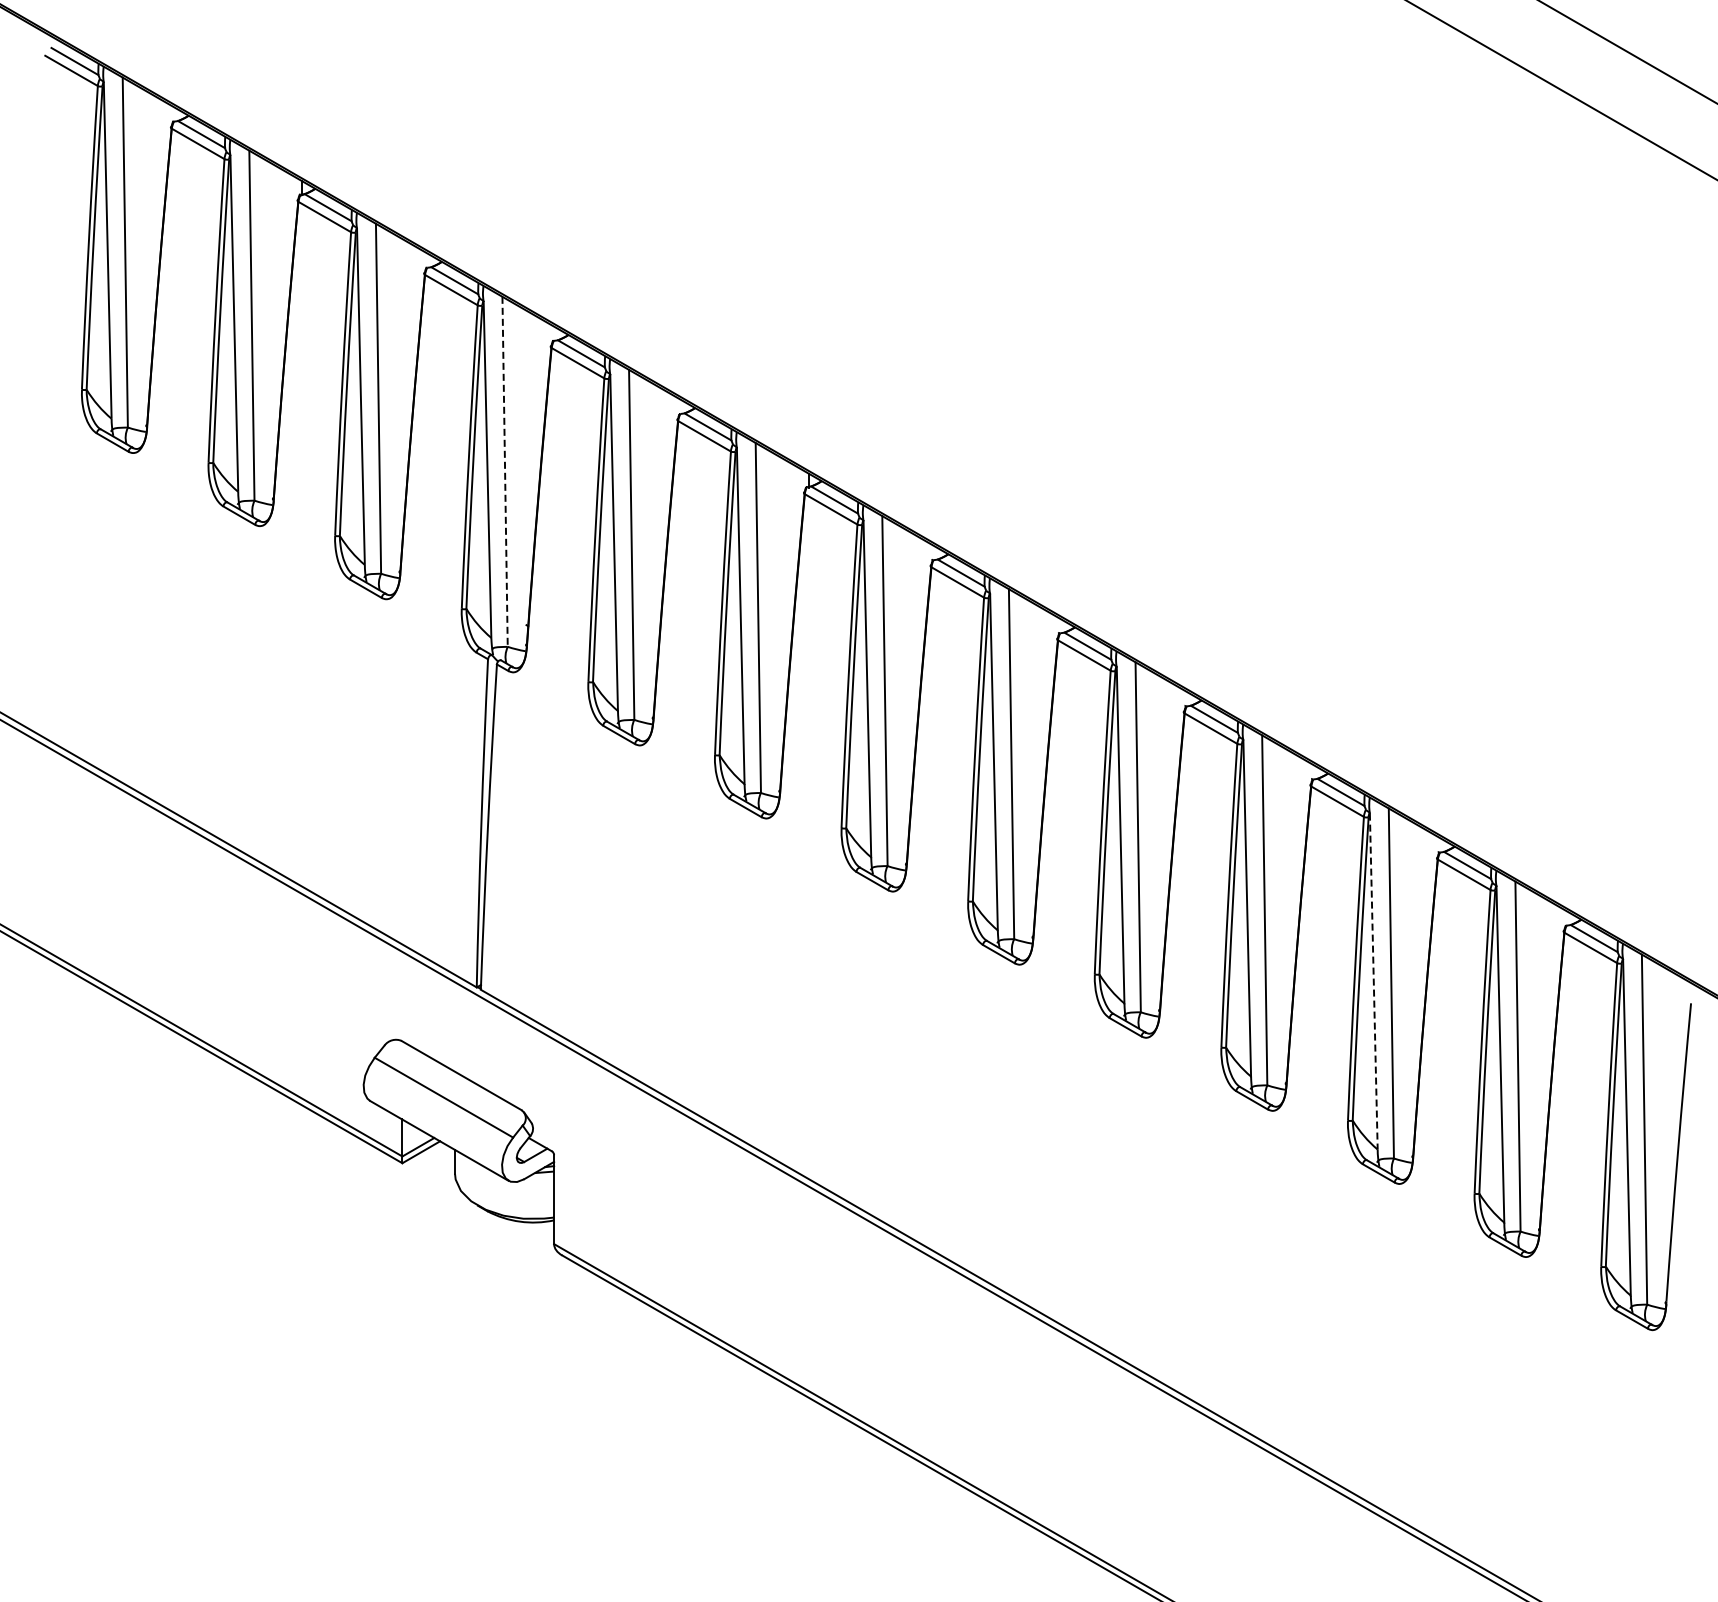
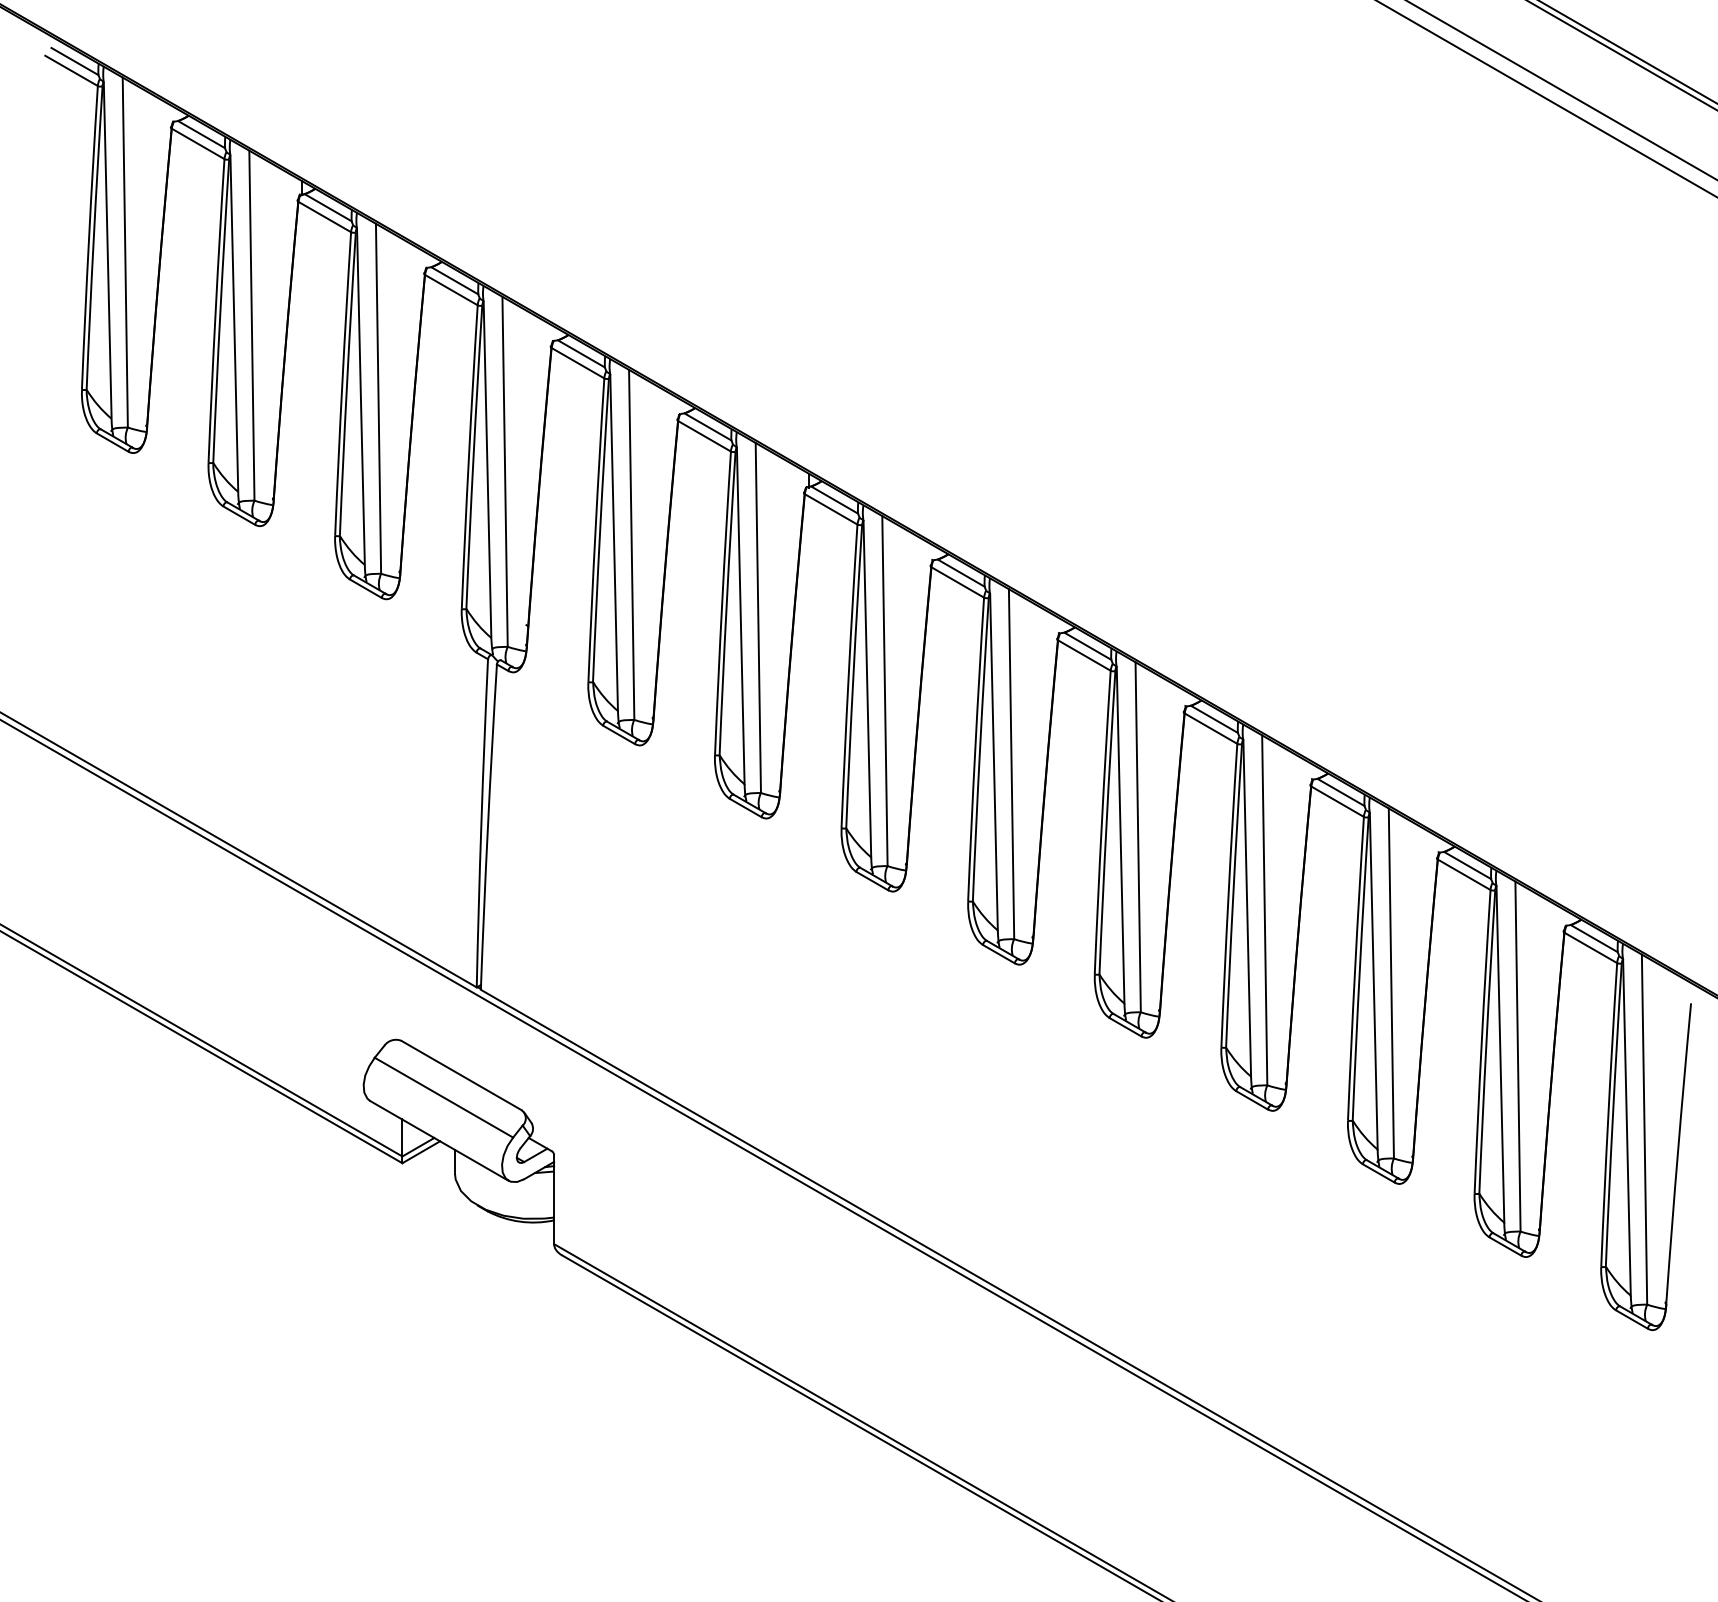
line at (1622, 55): none -> present
line at (1546, 99): none -> present
line at (505, 472): dashed -> solid
line at (1373, 982): dashed -> solid
